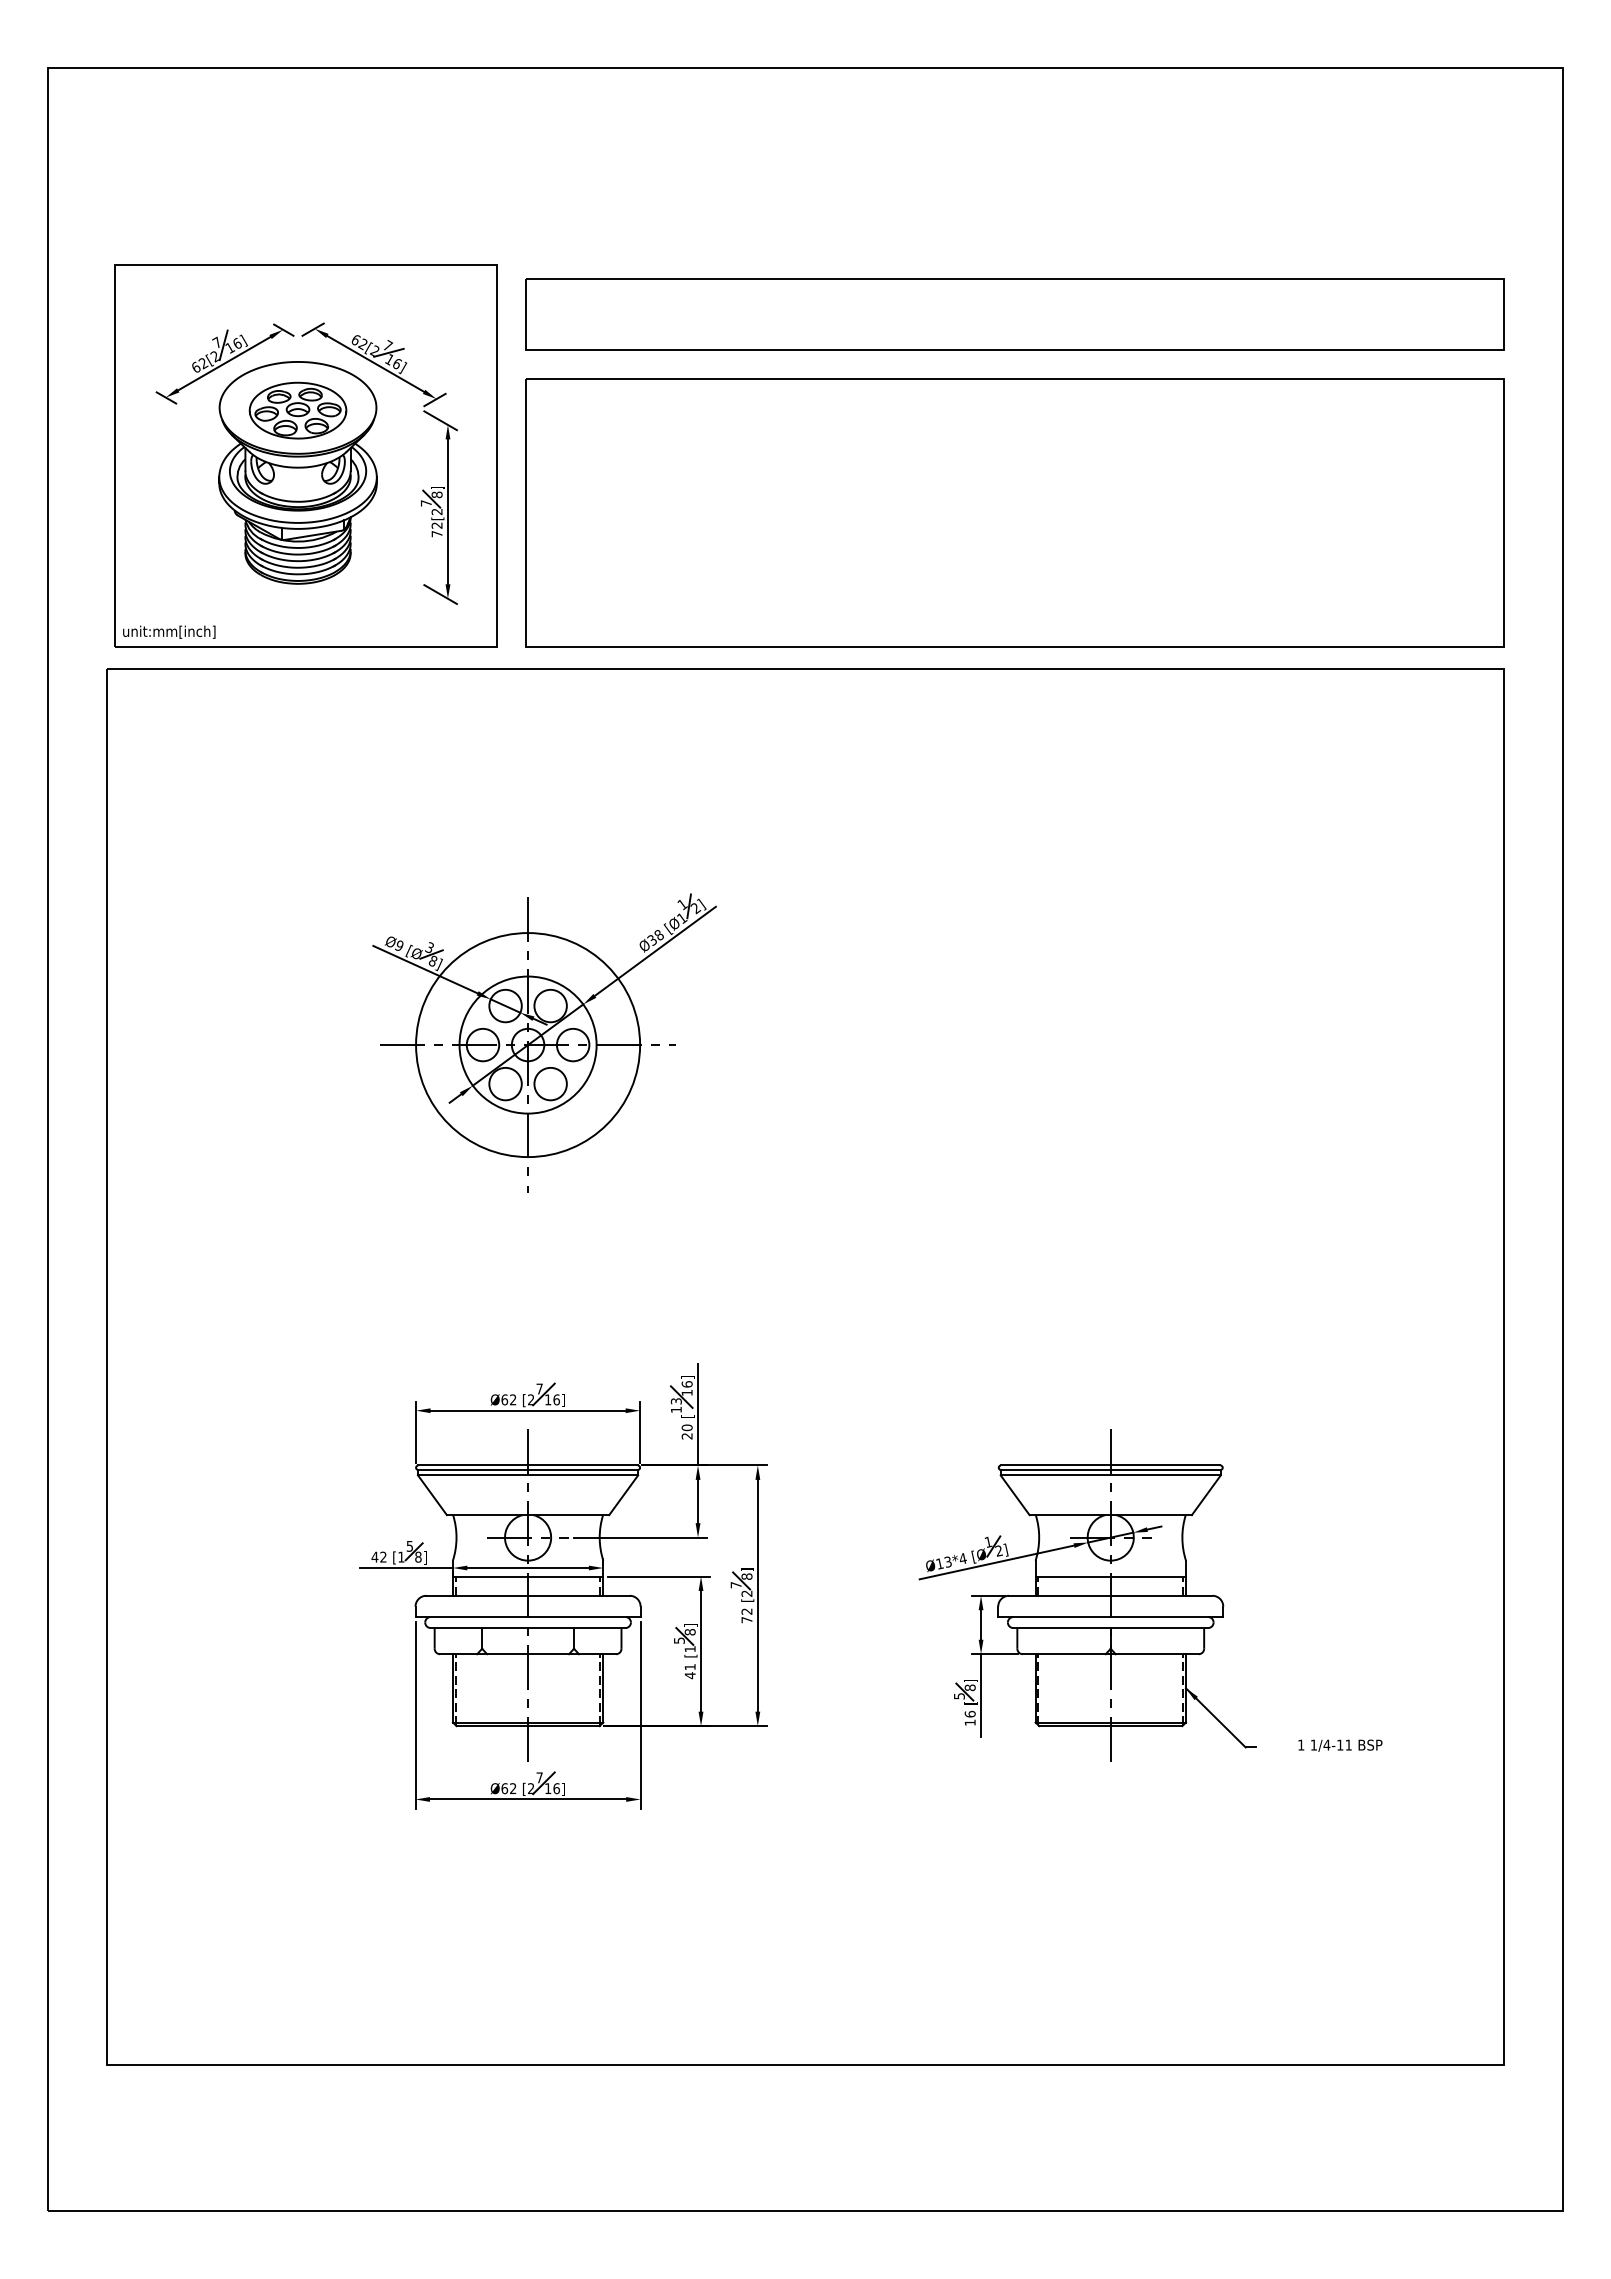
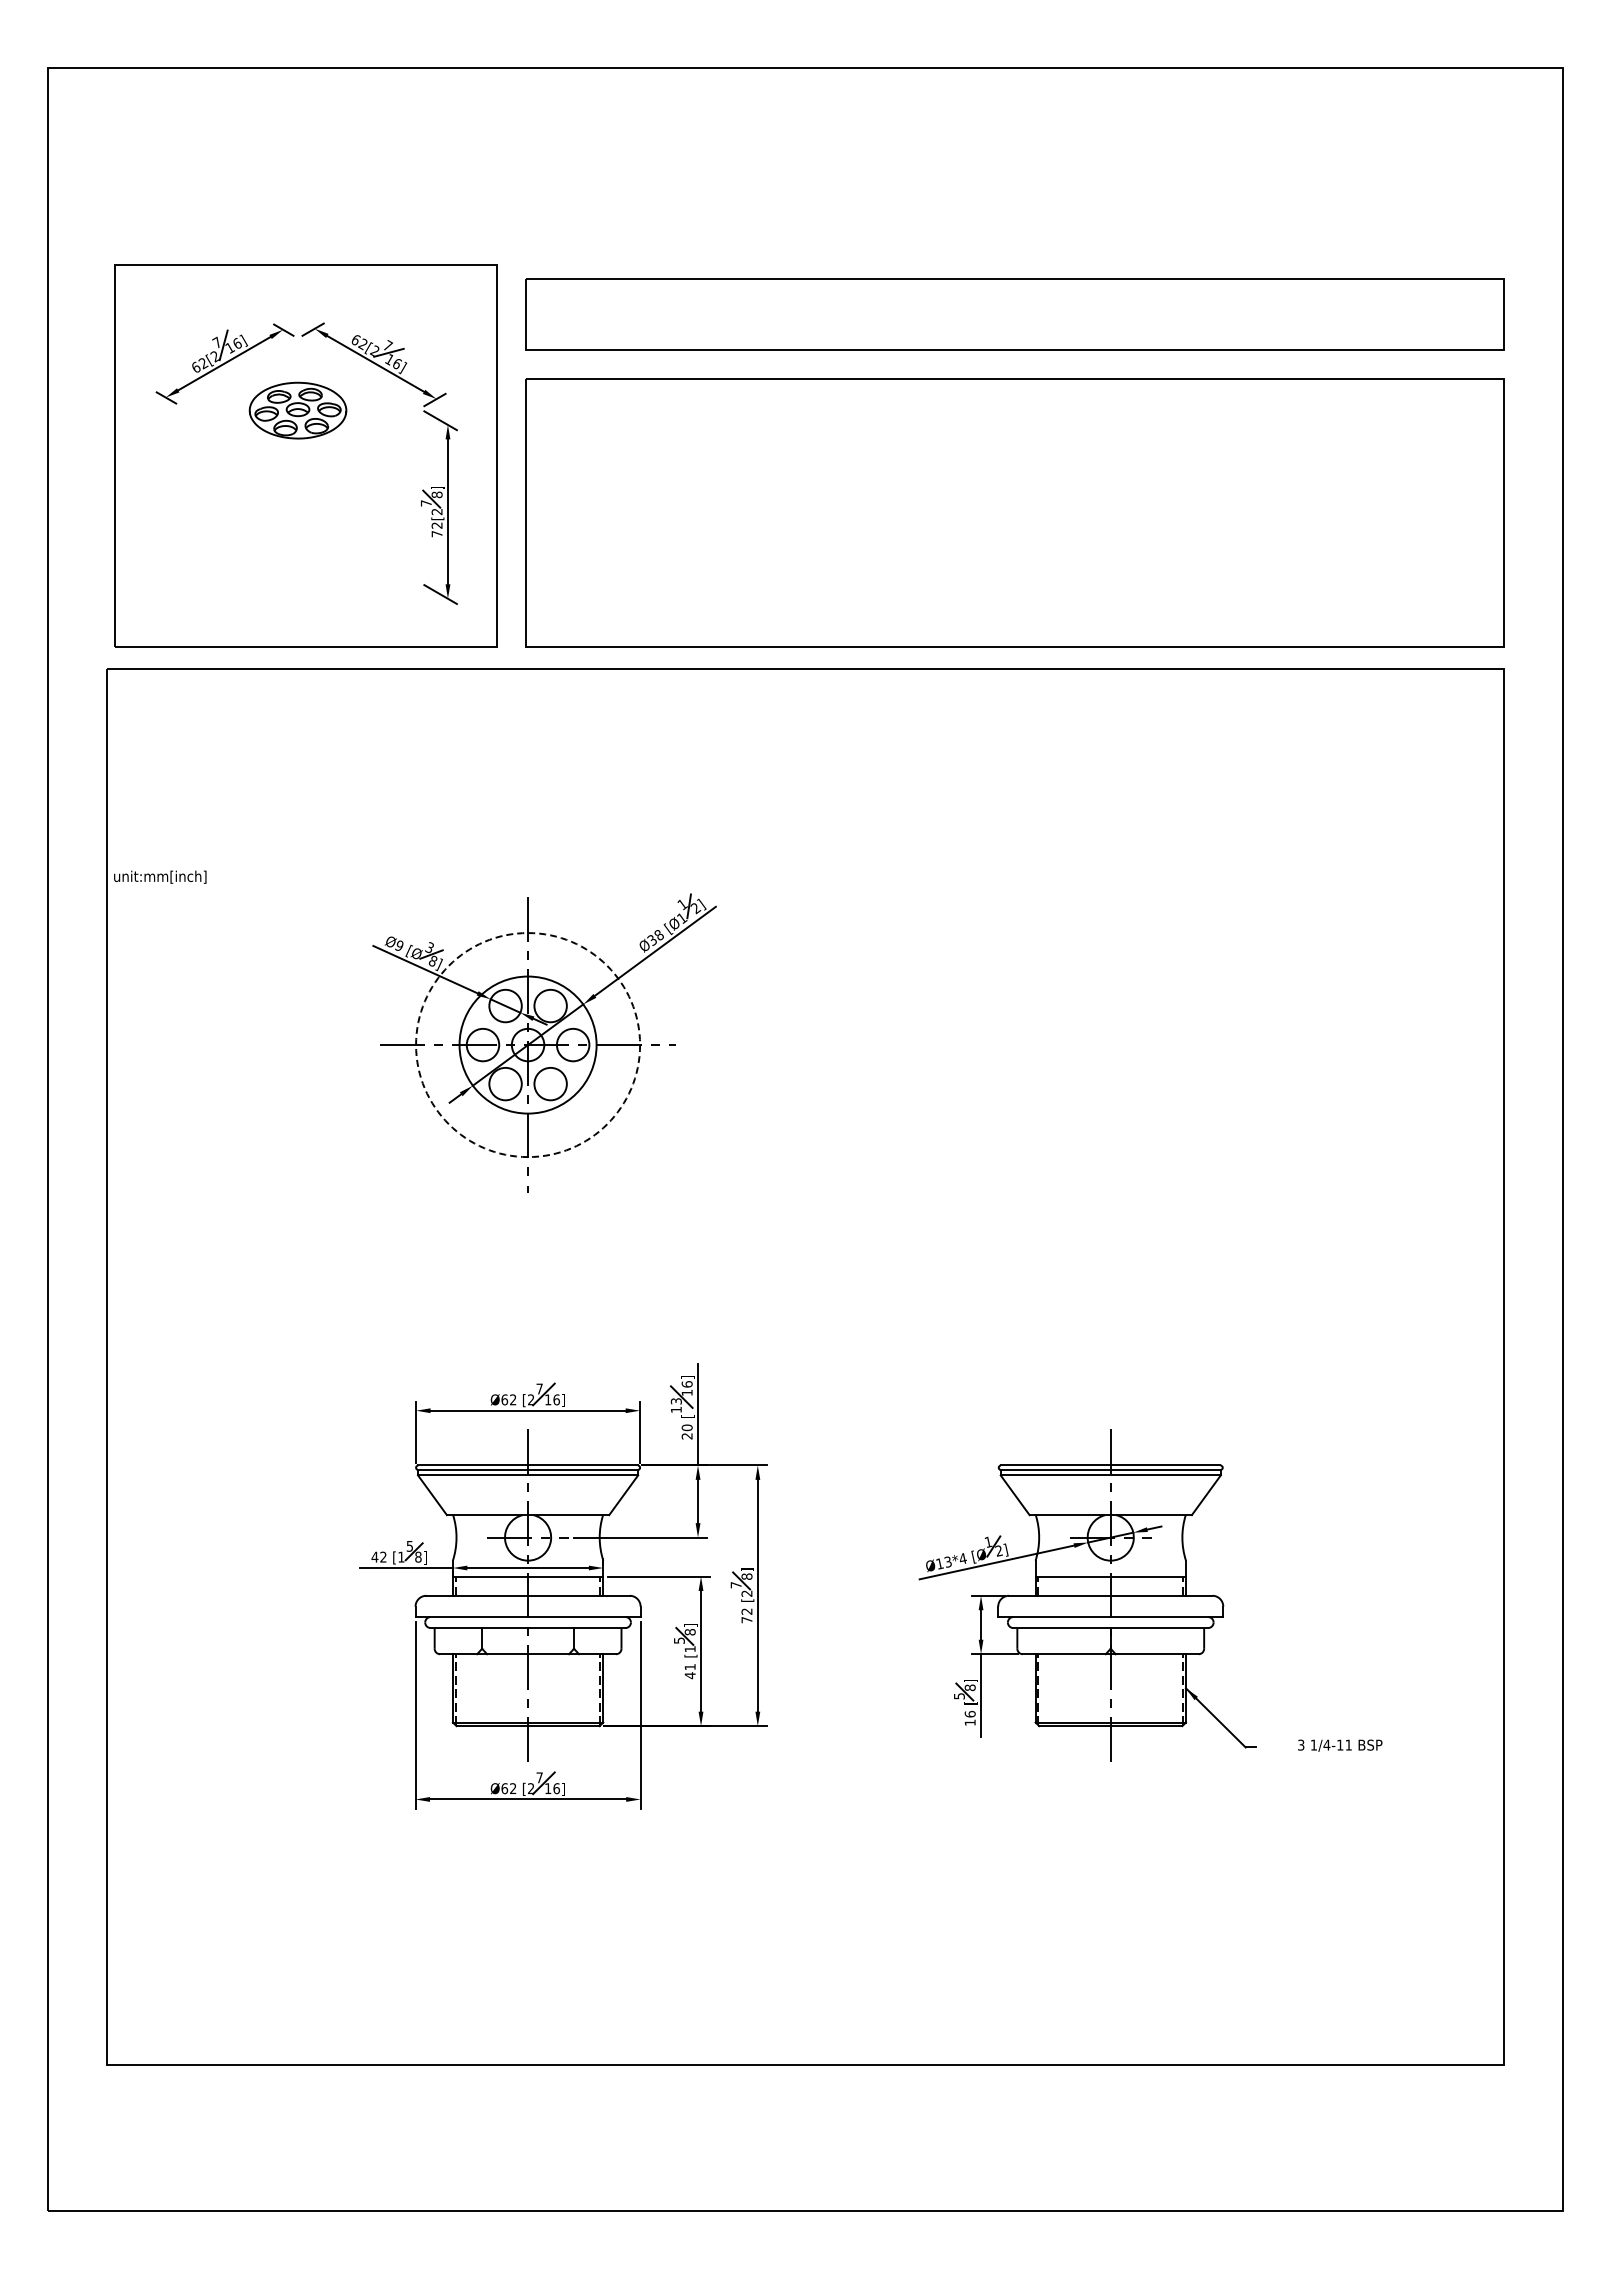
part at (297, 472): present -> none
text at (169, 631) position: (169, 631) -> (160, 876)
circle at (528, 1045): solid -> dashed
text at (1301, 1744): 1 -> 3
